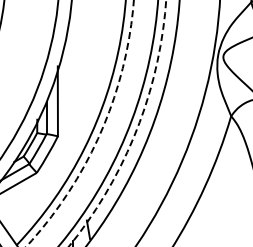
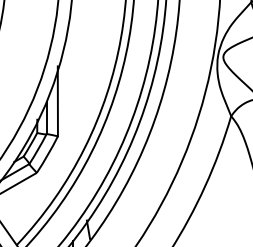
arc at (136, 129): dashed -> solid
arc at (99, 135): dashed -> solid
